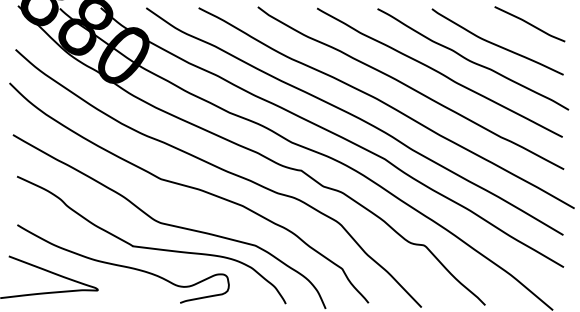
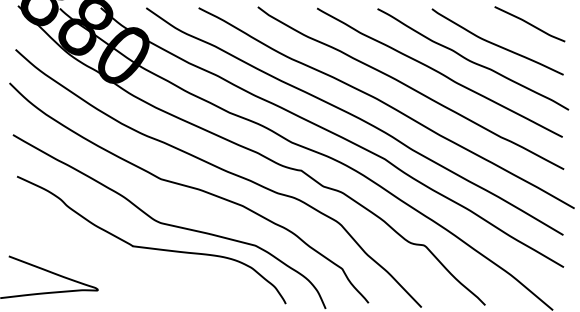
curve at (123, 265): present -> none
